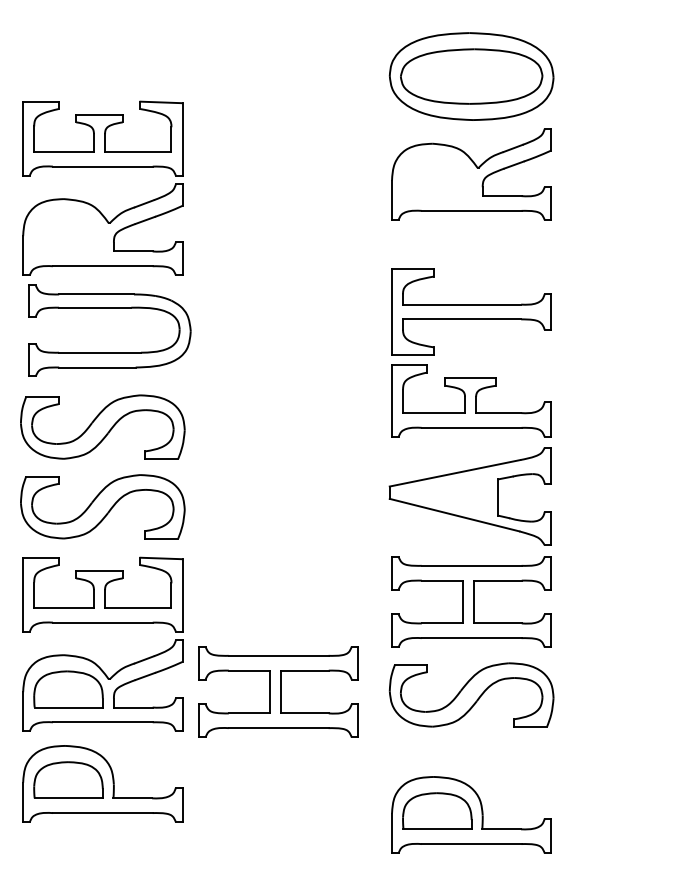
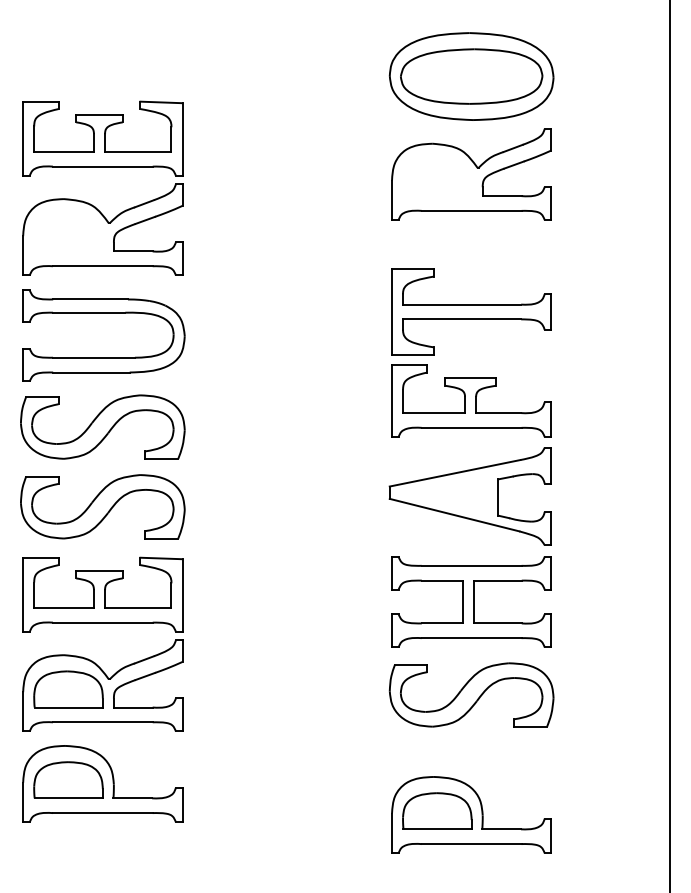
part at (109, 308) position: (109, 308) -> (103, 313)
line at (670, 445): none -> present
part at (278, 691): present -> none
